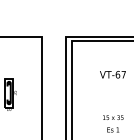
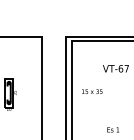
text at (112, 74) position: (112, 74) -> (115, 68)
text at (113, 117) position: (113, 117) -> (92, 91)
